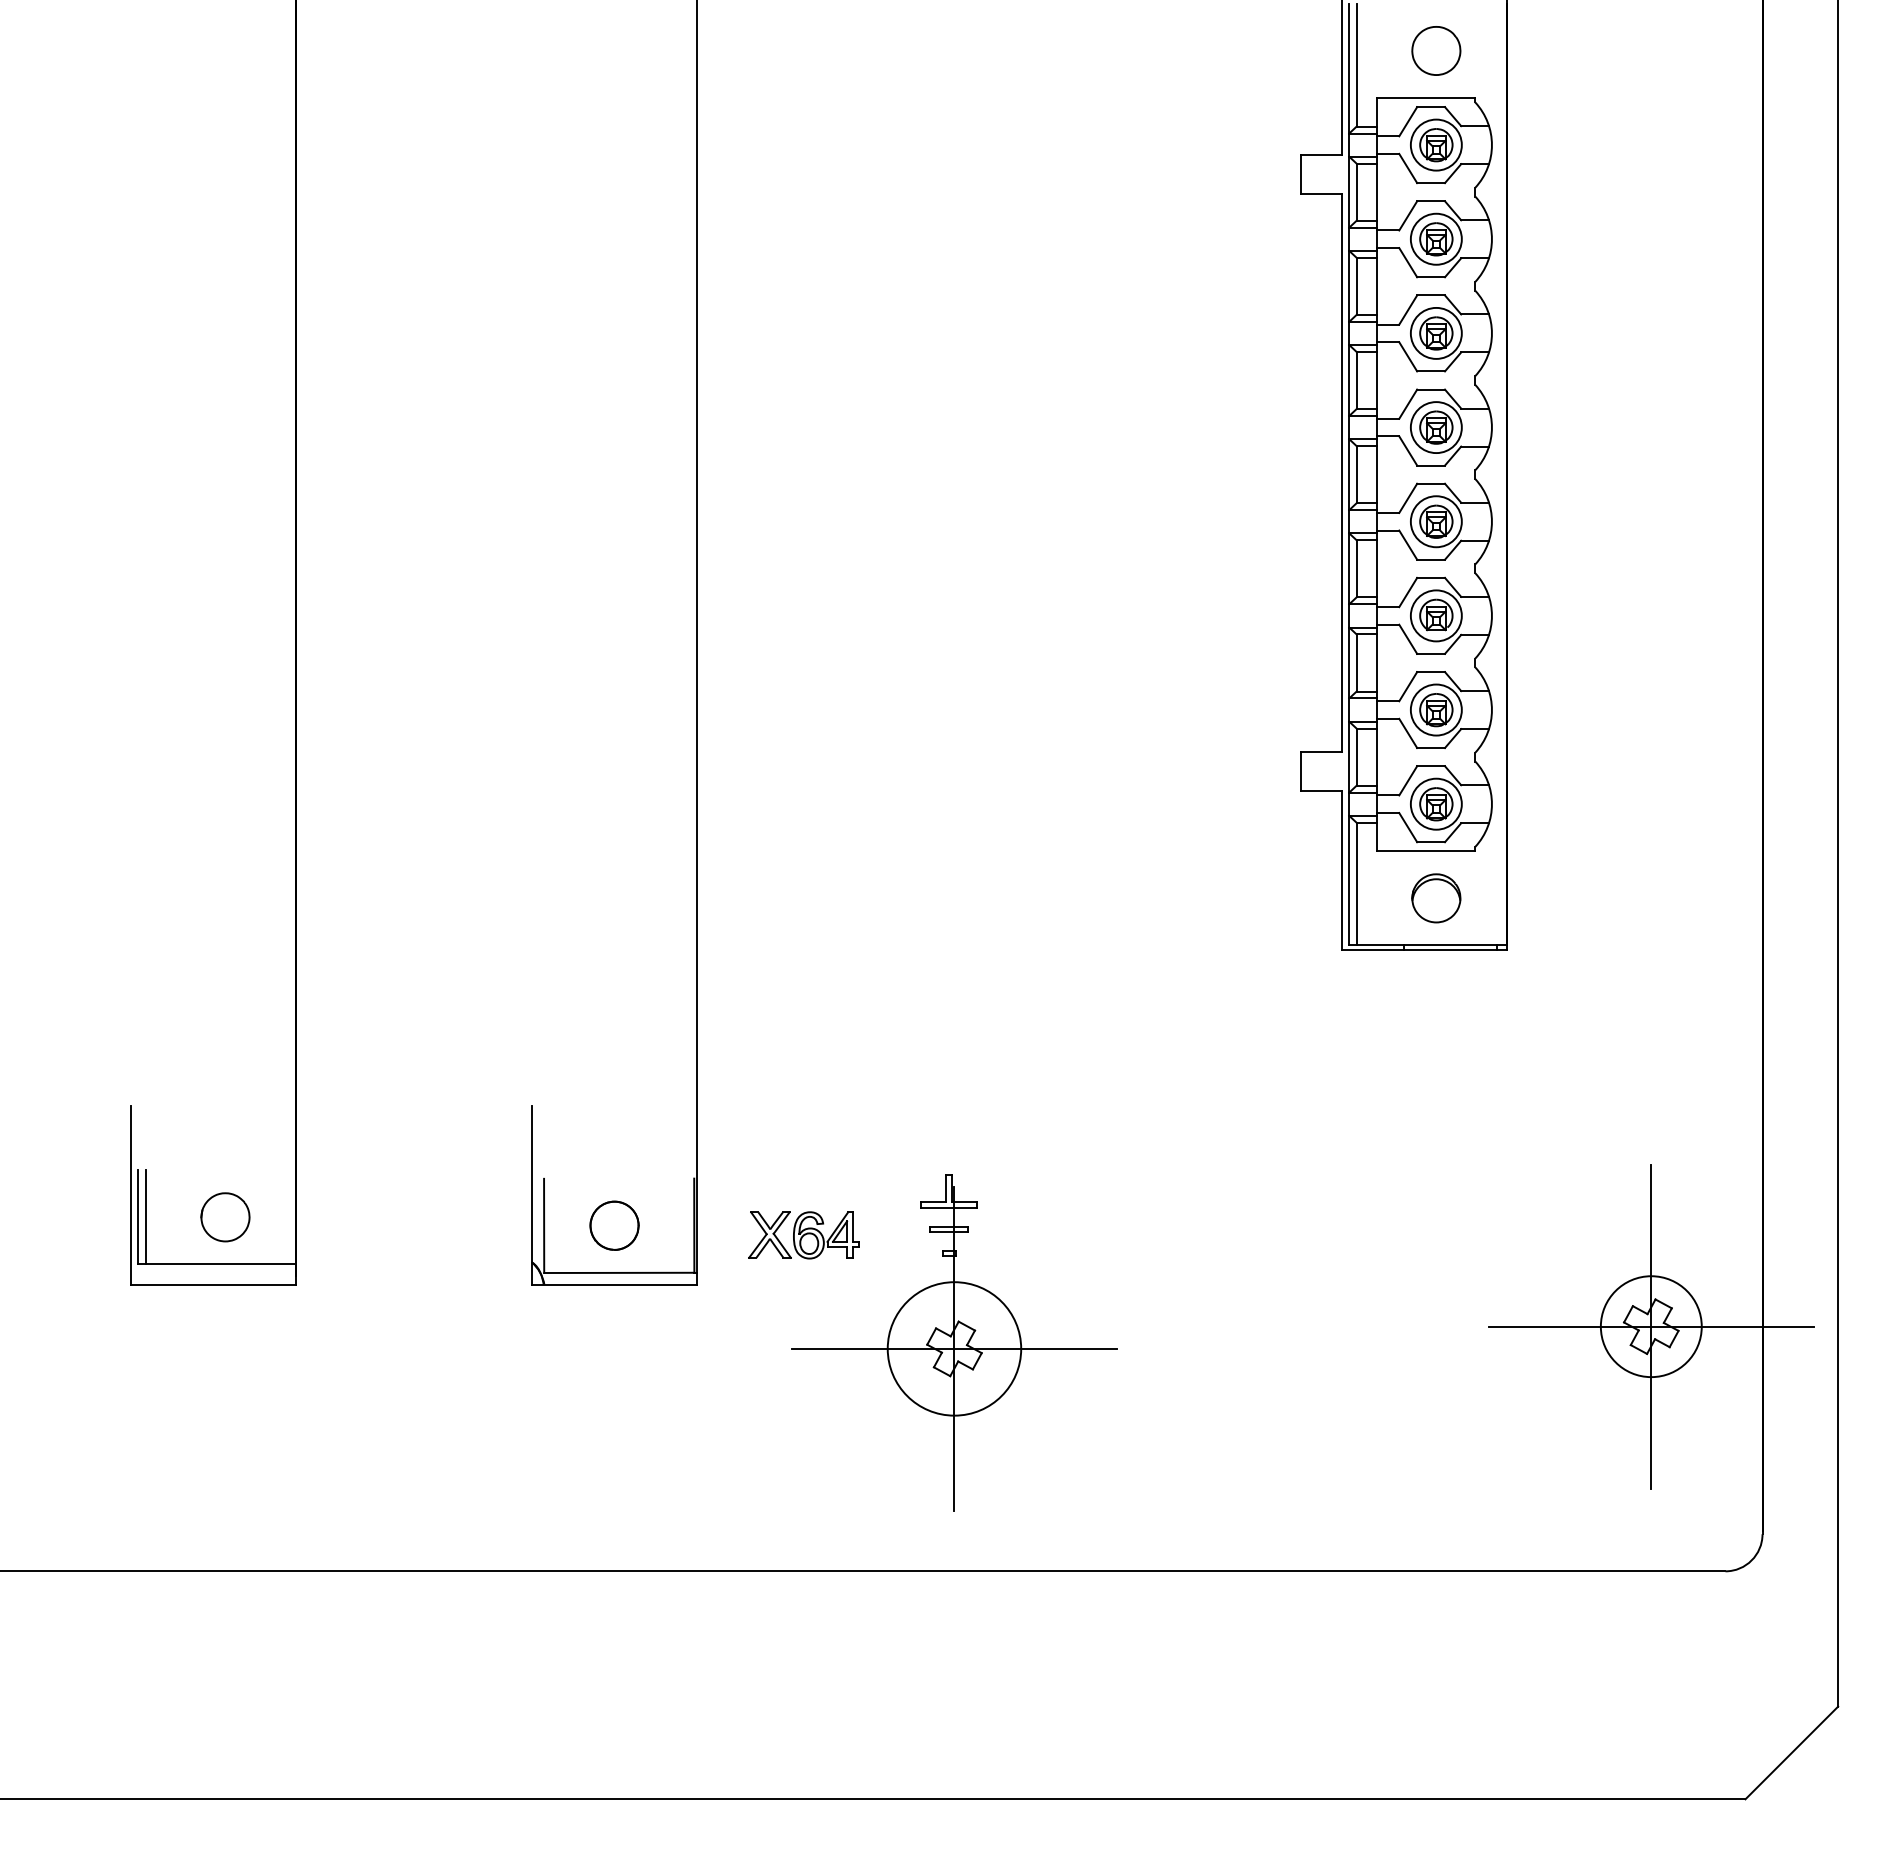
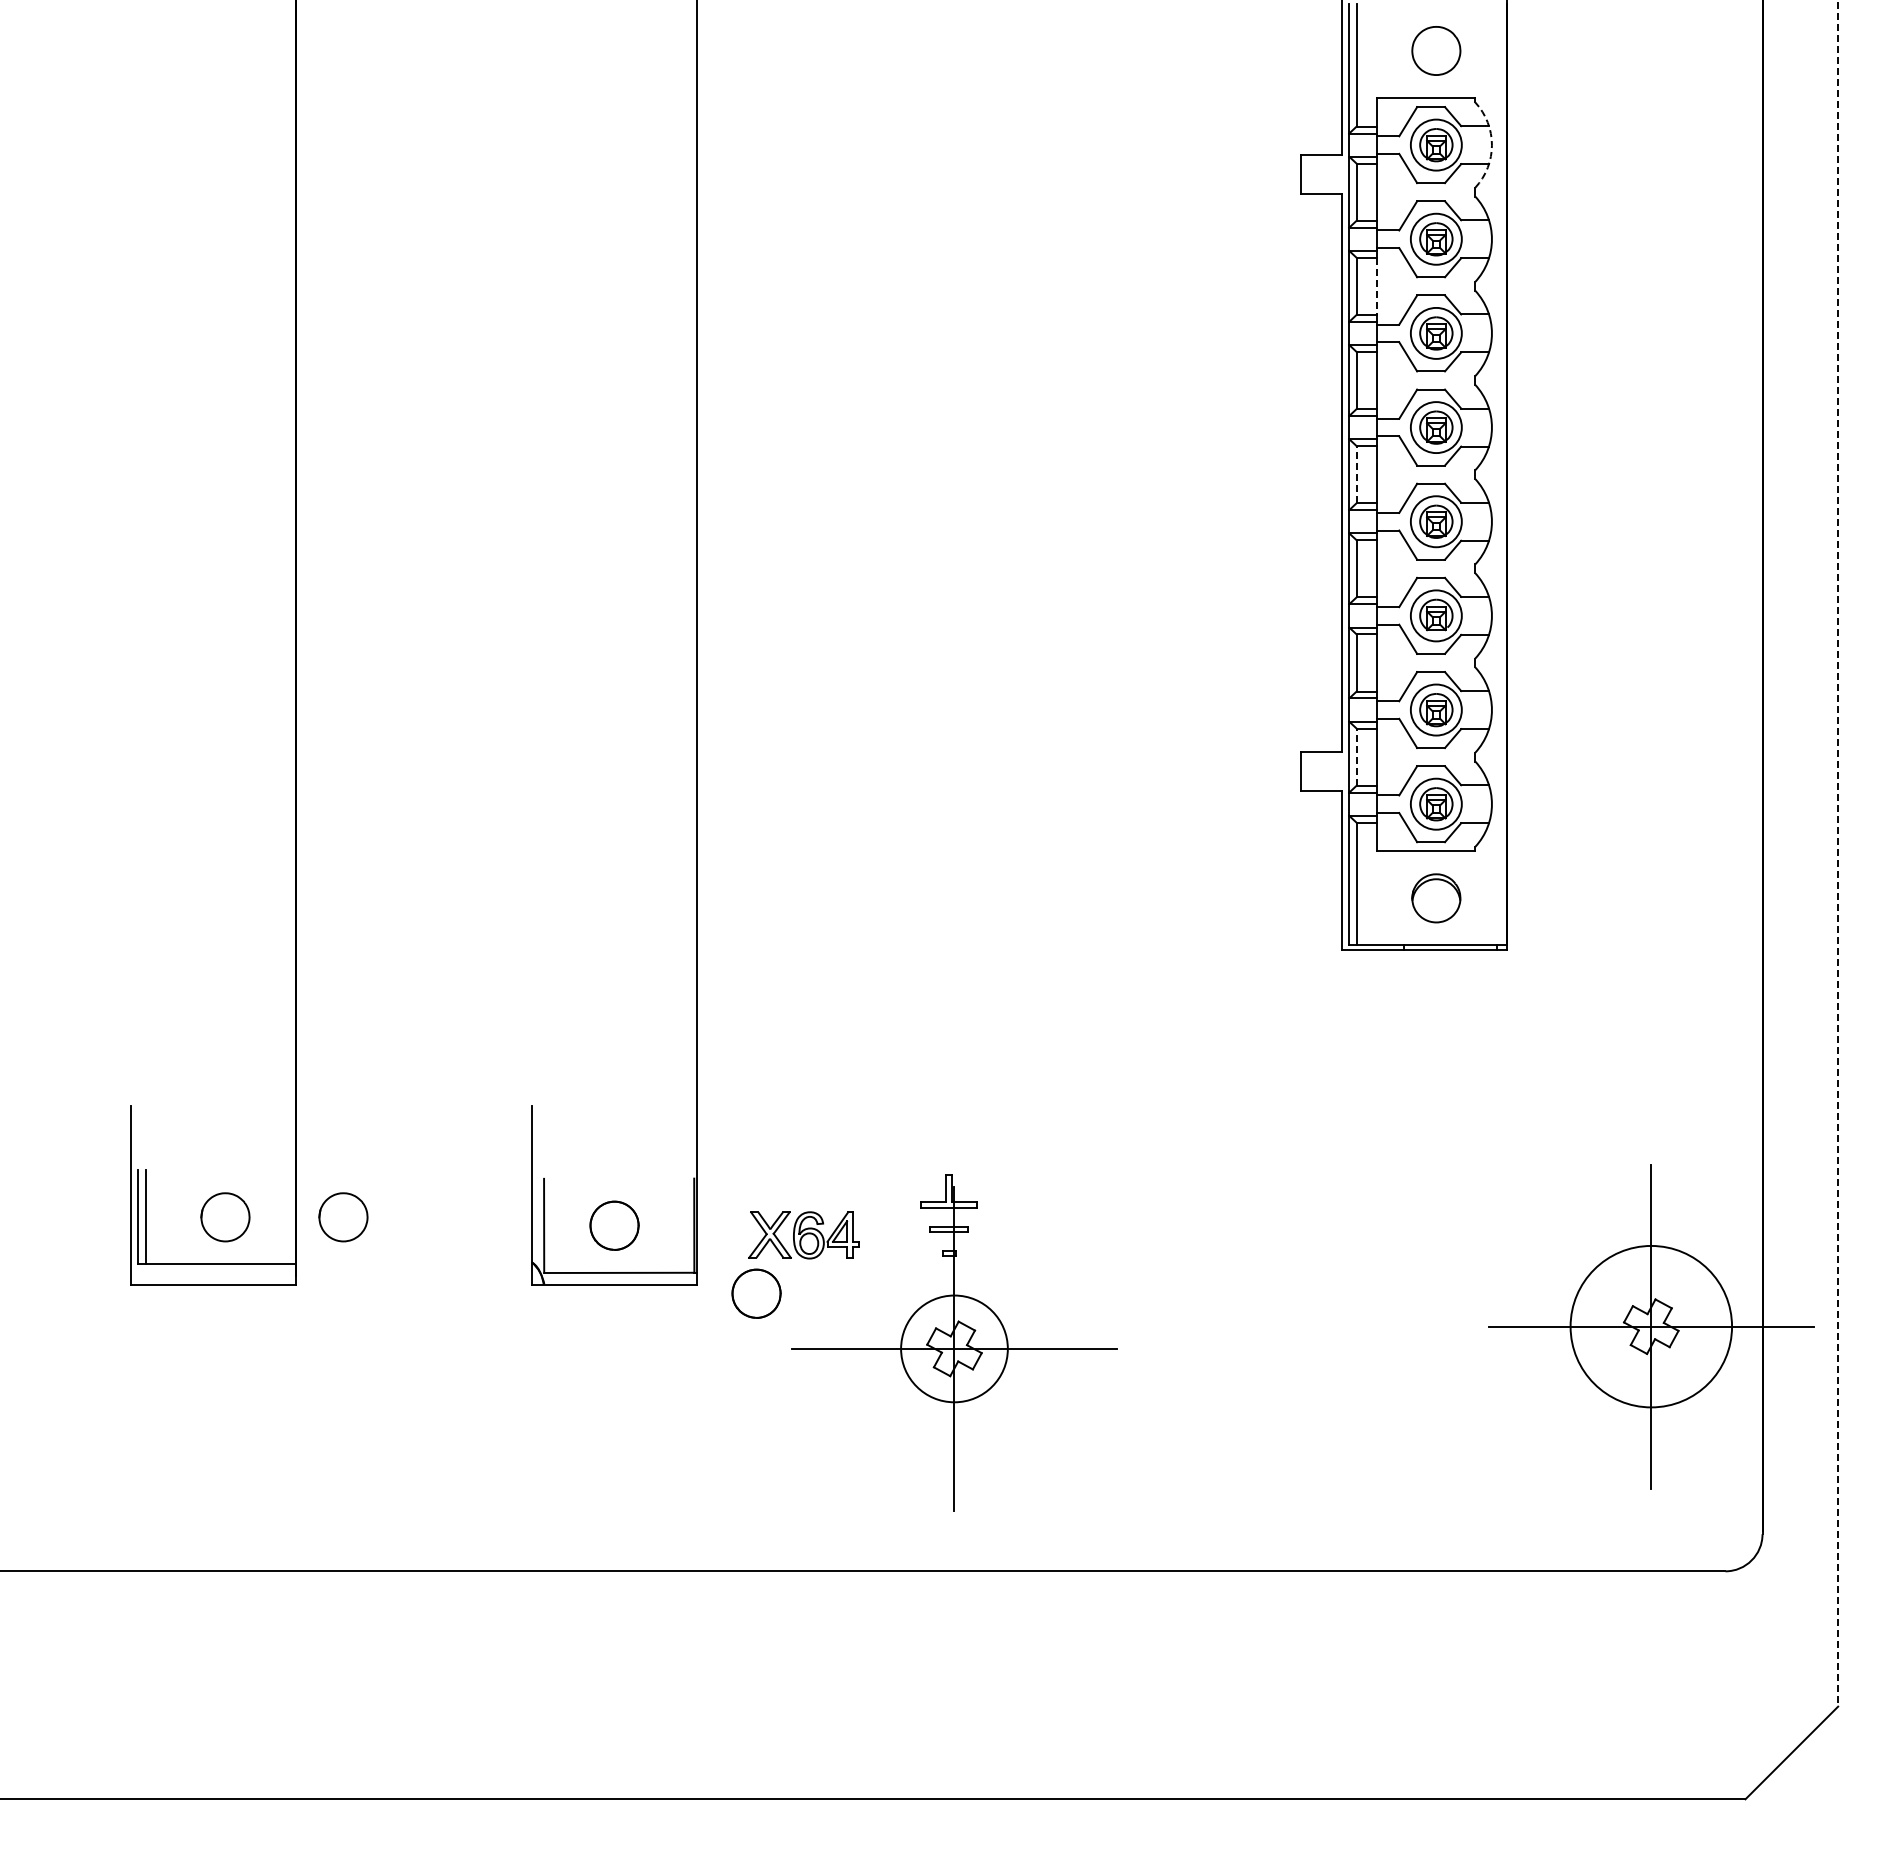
arc at (1491, 145): solid -> dashed
line at (1377, 286): solid -> dashed
line at (1356, 474): solid -> dashed
line at (1356, 757): solid -> dashed
line at (1838, 853): solid -> dashed
part at (343, 1217): none -> present
part at (756, 1293): none -> present
circle at (1650, 1326) diameter: 101 px -> 161 px
circle at (954, 1348) diameter: 133 px -> 107 px
